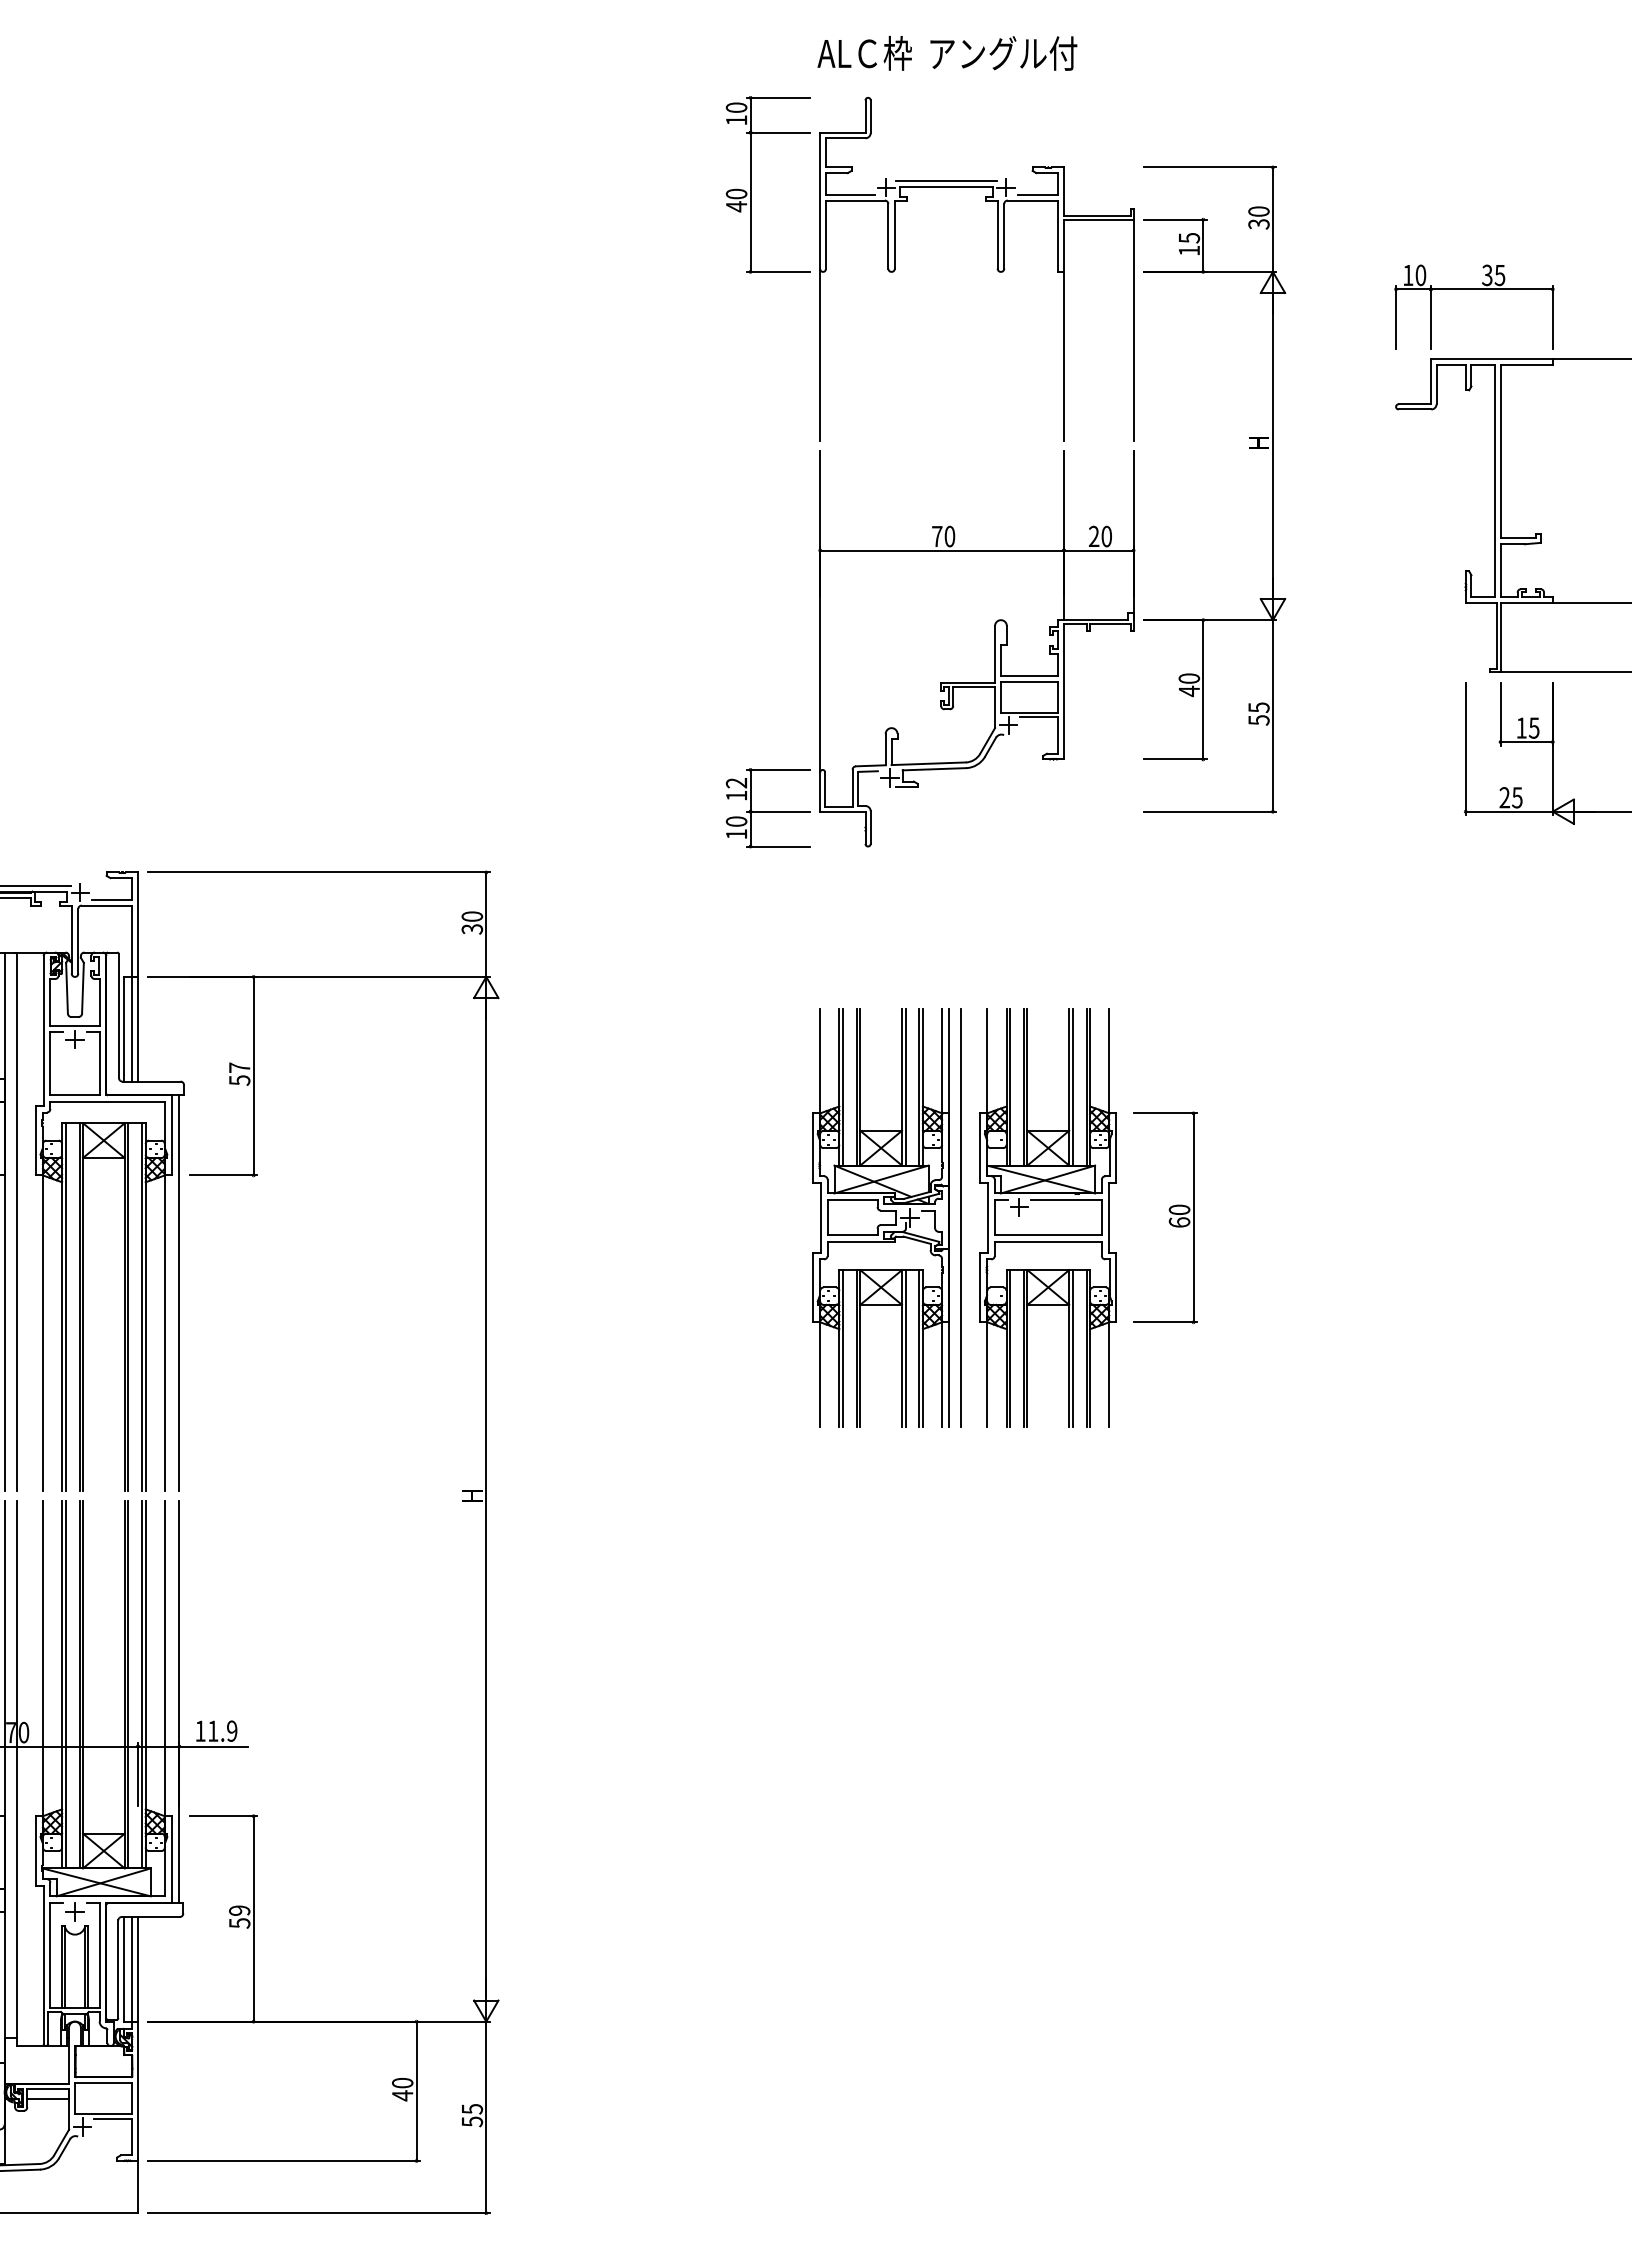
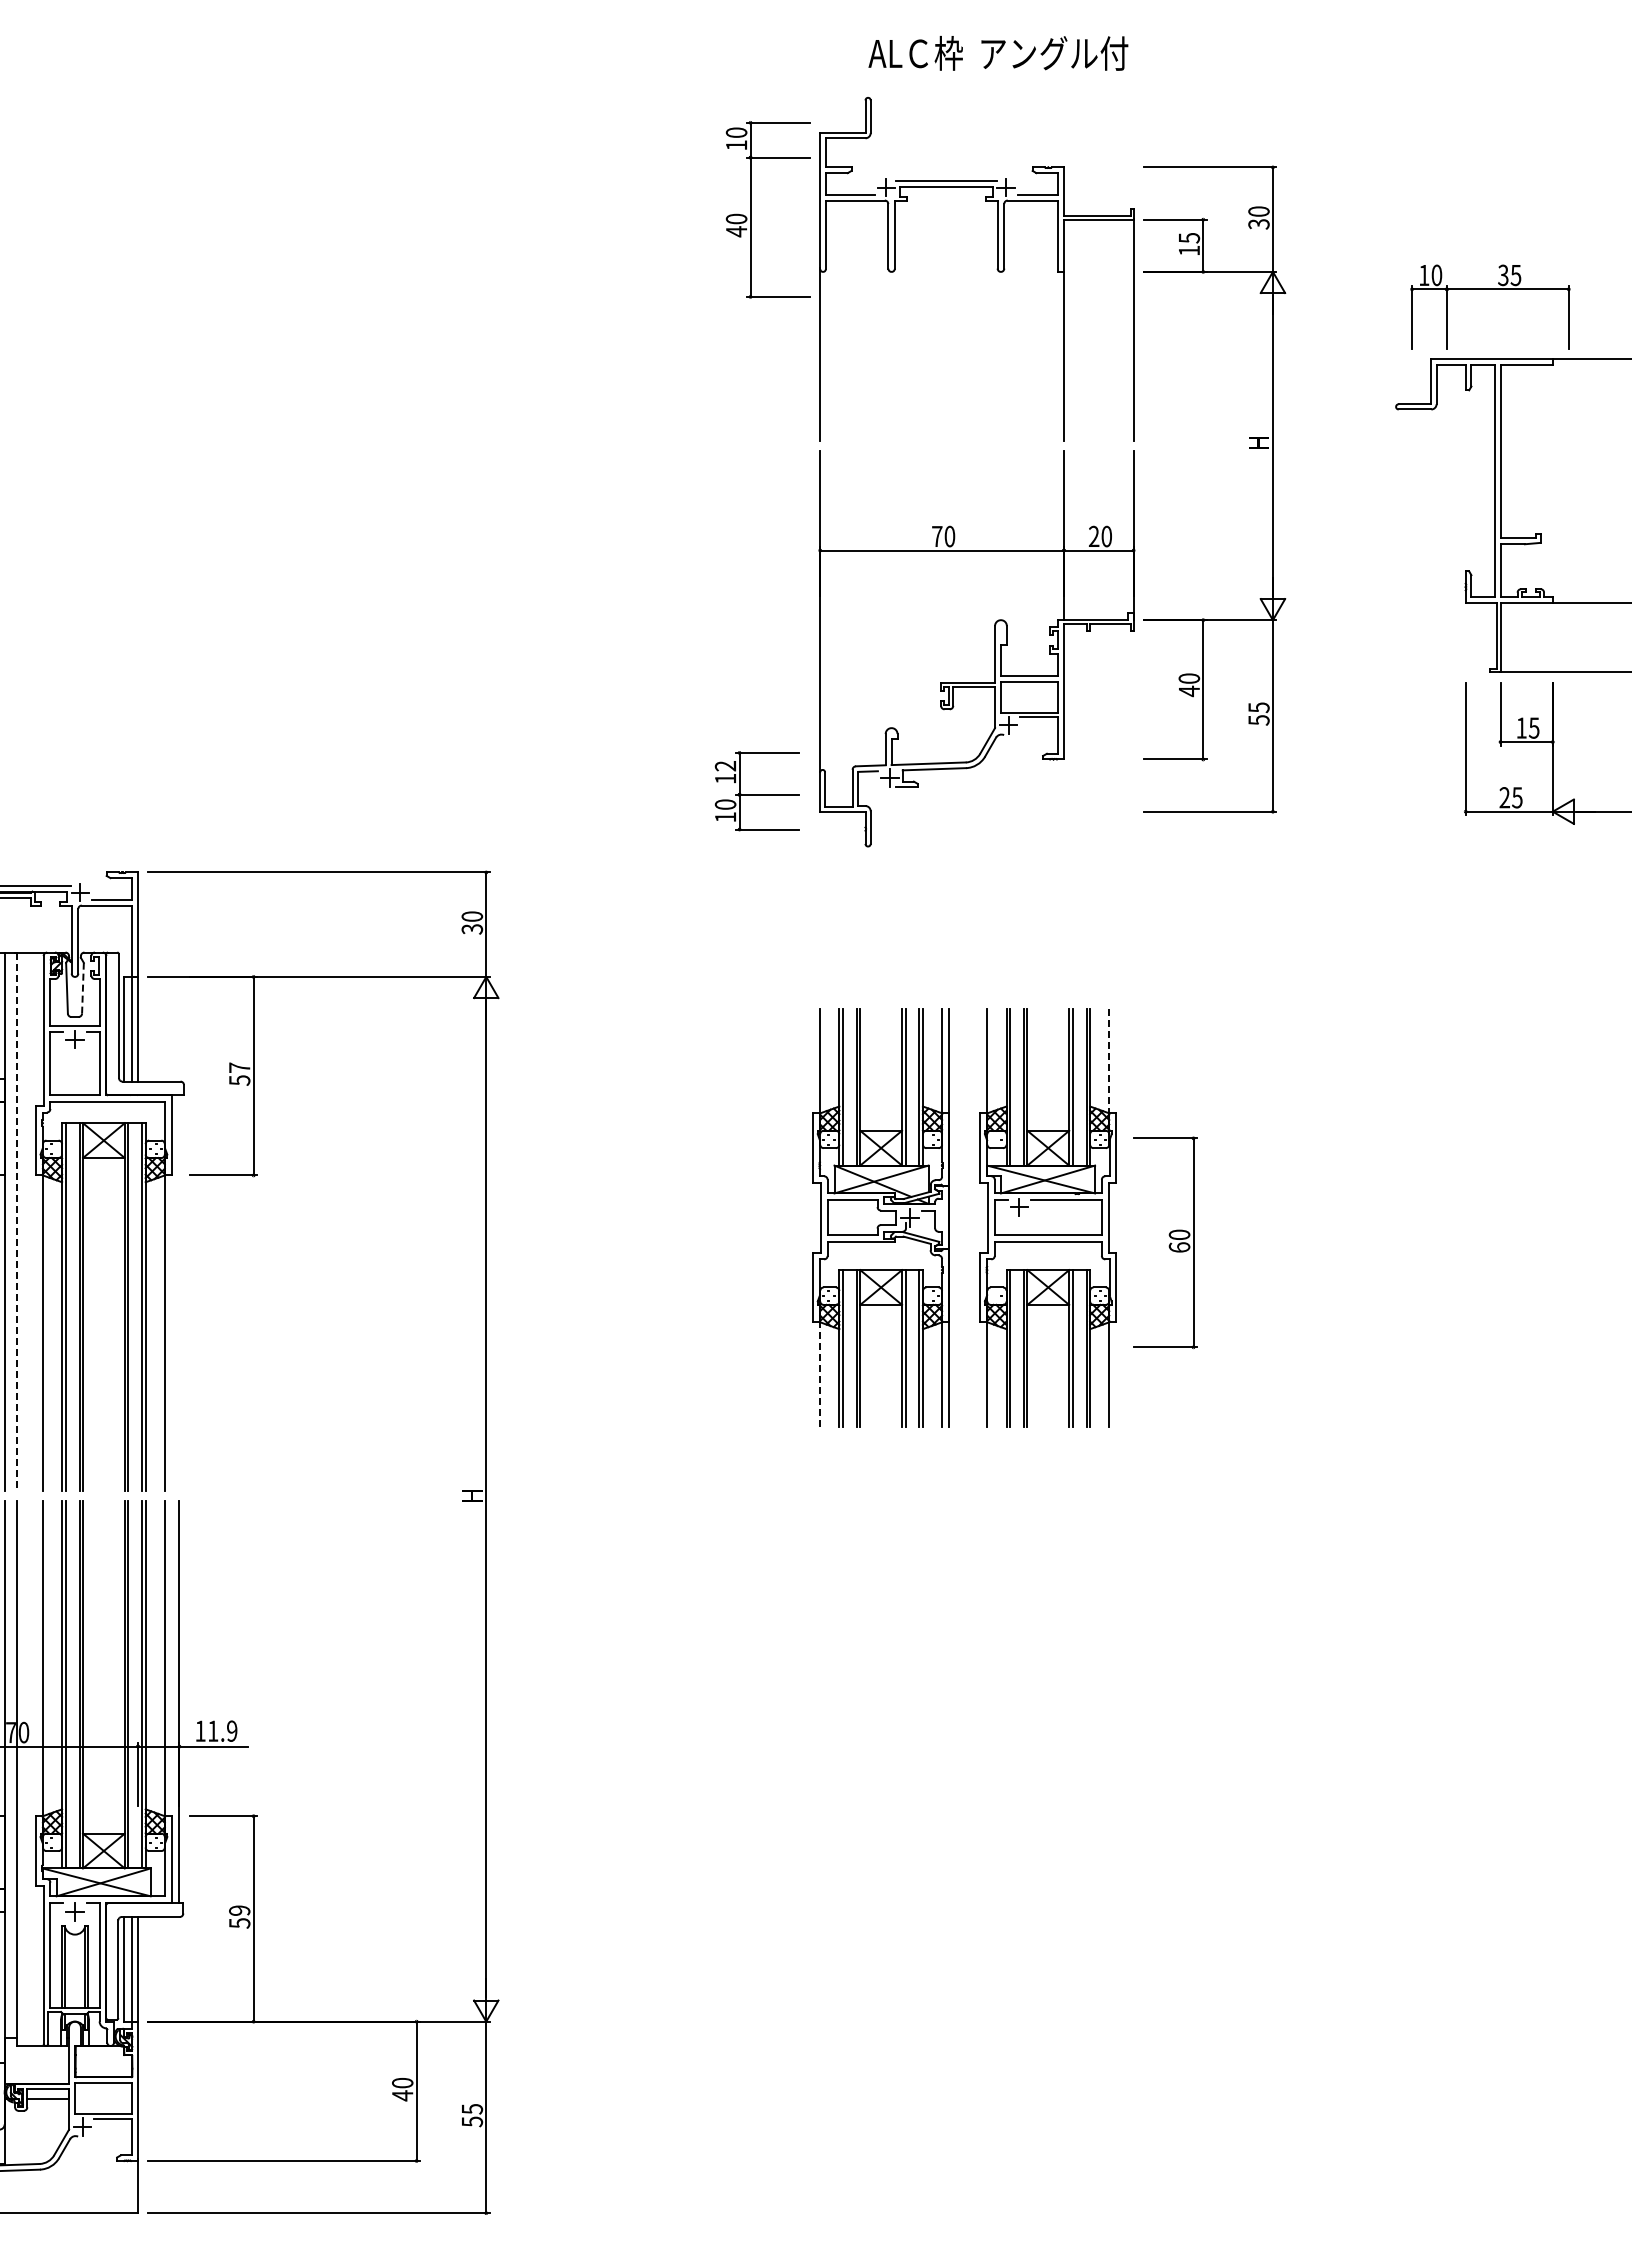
text at (947, 53) position: (947, 53) -> (998, 53)
part at (751, 184) position: (751, 184) -> (751, 209)
part at (1474, 289) position: (1474, 289) -> (1490, 289)
part at (767, 808) position: (767, 808) -> (756, 791)
line at (82, 987): solid -> dashed
line at (1109, 1062): solid -> dashed
line at (960, 1217): present -> none
part at (1165, 1217) position: (1165, 1217) -> (1165, 1242)
line at (16, 1222): solid -> dashed
line at (179, 1292): present -> none
line at (820, 1374): solid -> dashed
